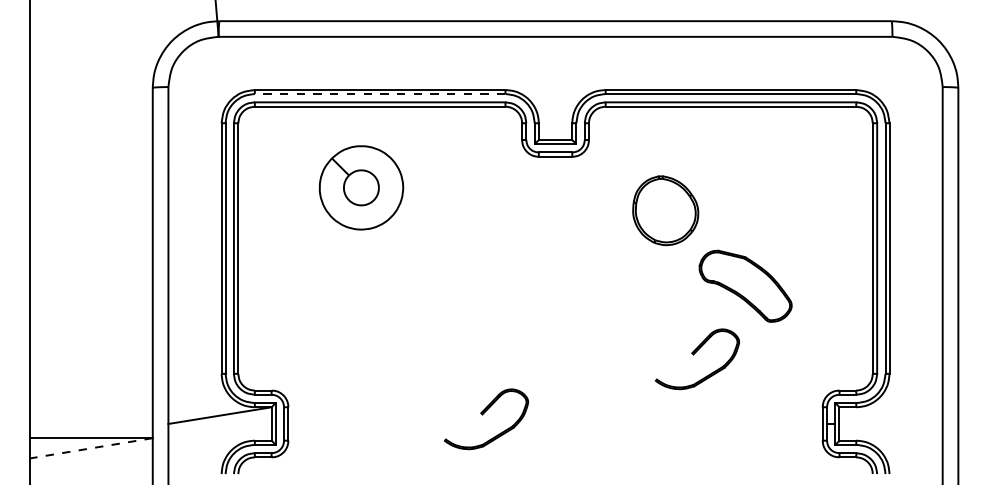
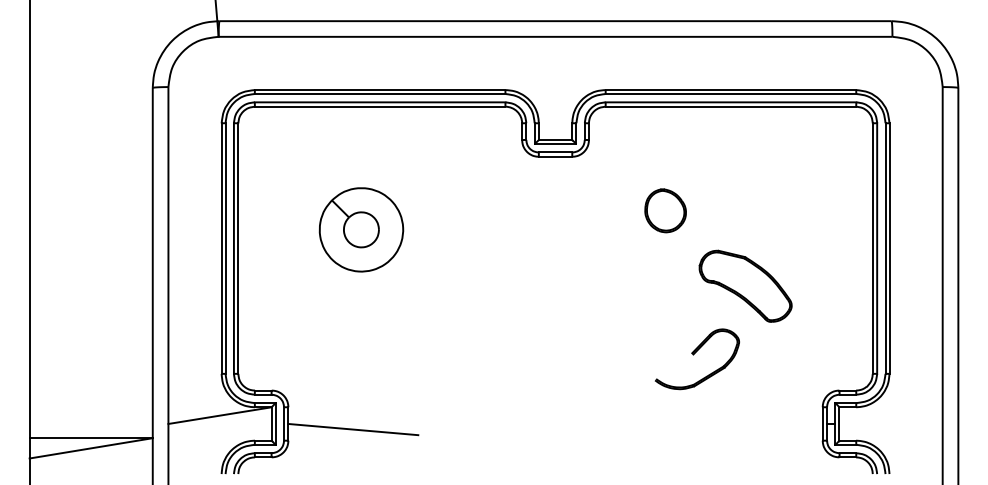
line at (379, 94): dashed -> solid
part at (361, 187) position: (361, 187) -> (361, 229)
part at (665, 210) size: 68x72 px -> 43x46 px
part at (486, 419): present -> none
line at (353, 429): none -> present
line at (90, 448): dashed -> solid
